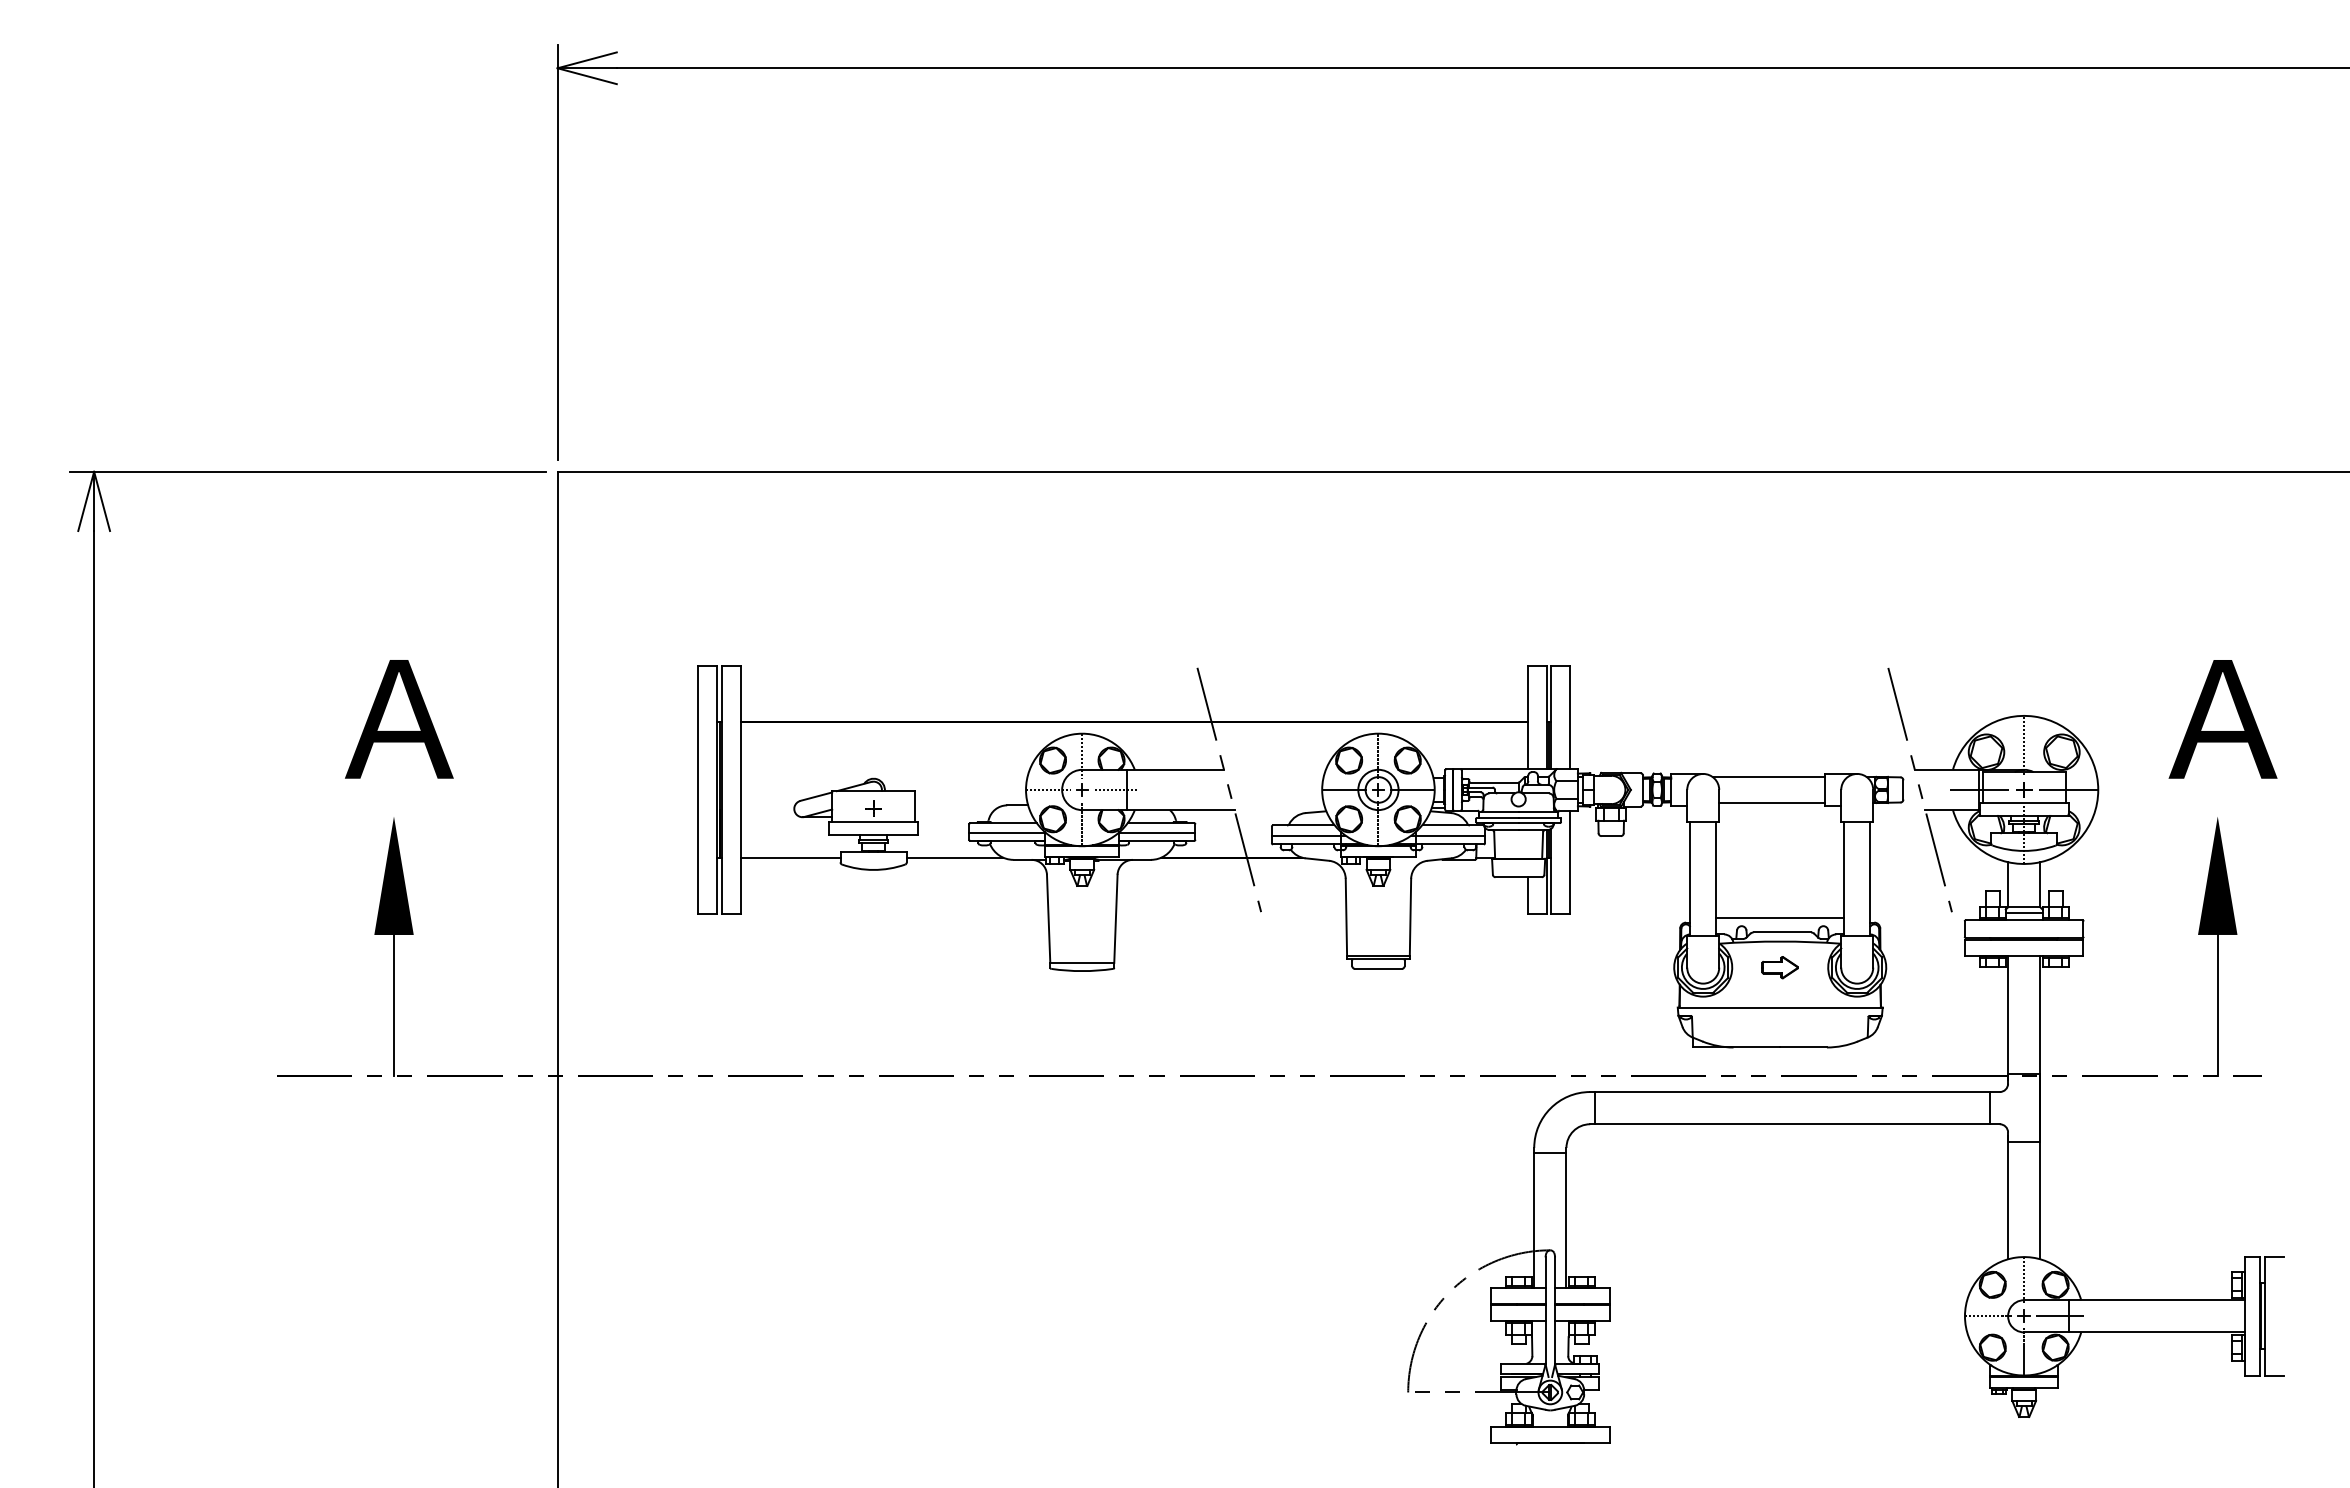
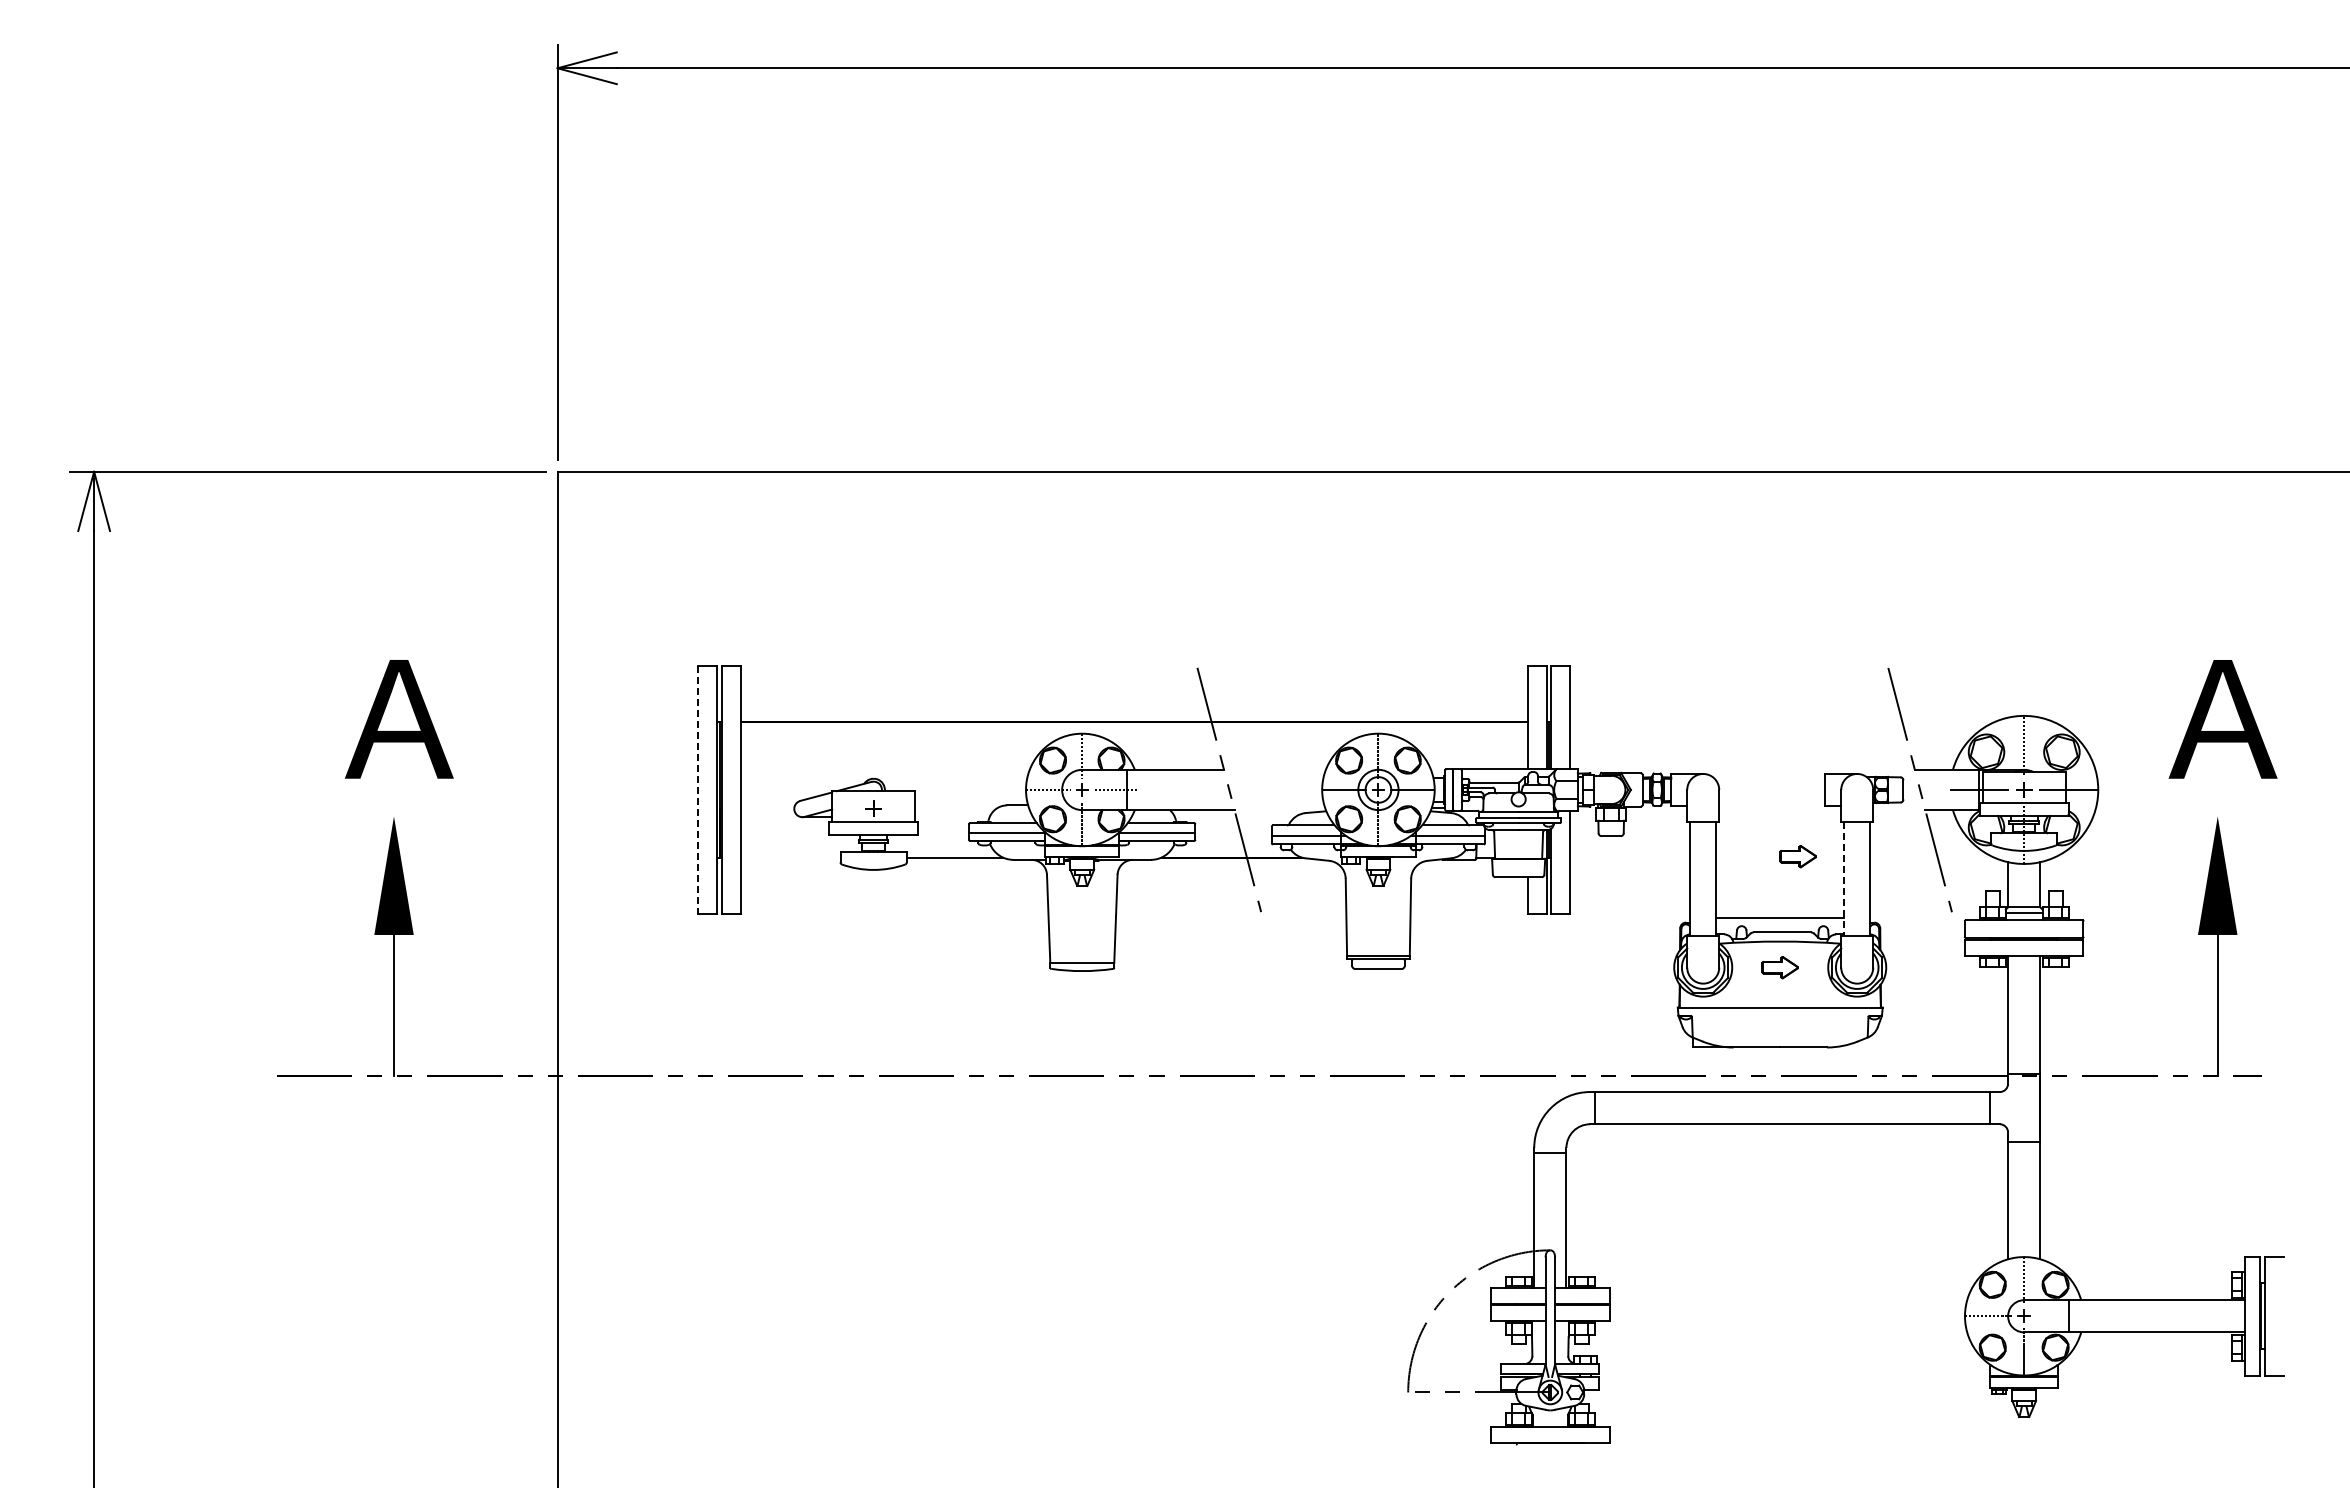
line at (1768, 777): present -> none
line at (698, 790): solid -> dashed
line at (1772, 802): present -> none
part at (1797, 856): none -> present
line at (790, 857): present -> none
line at (1844, 878): solid -> dashed
line at (2059, 1316): present -> none
